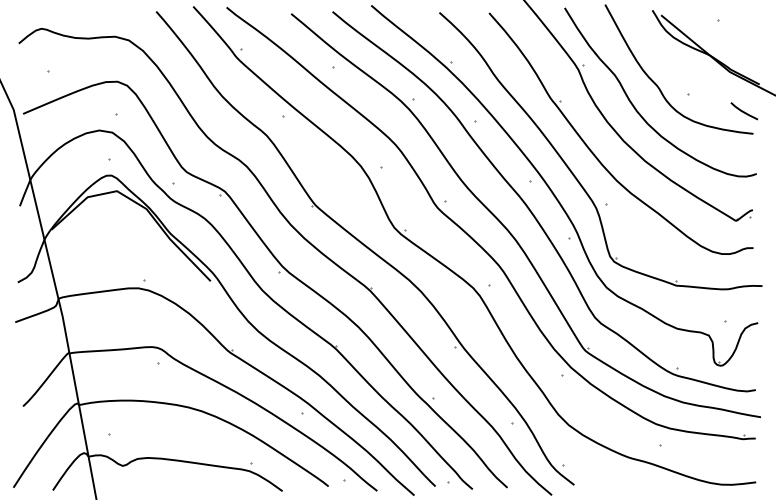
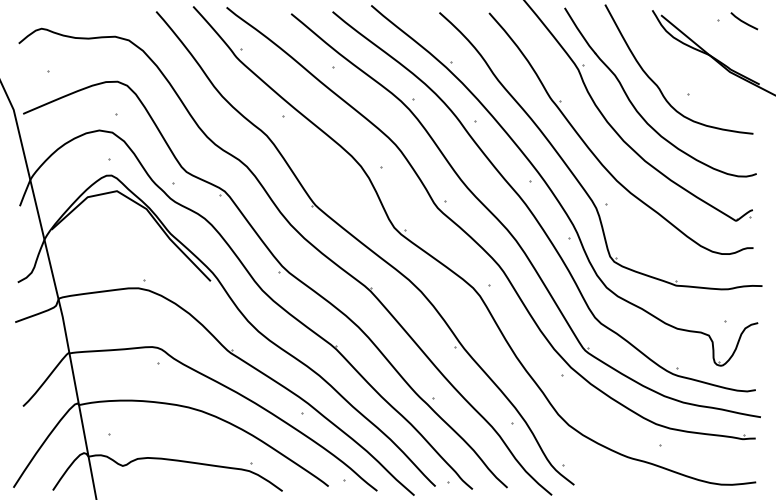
line at (744, 111) position: (744, 111) -> (744, 21)
